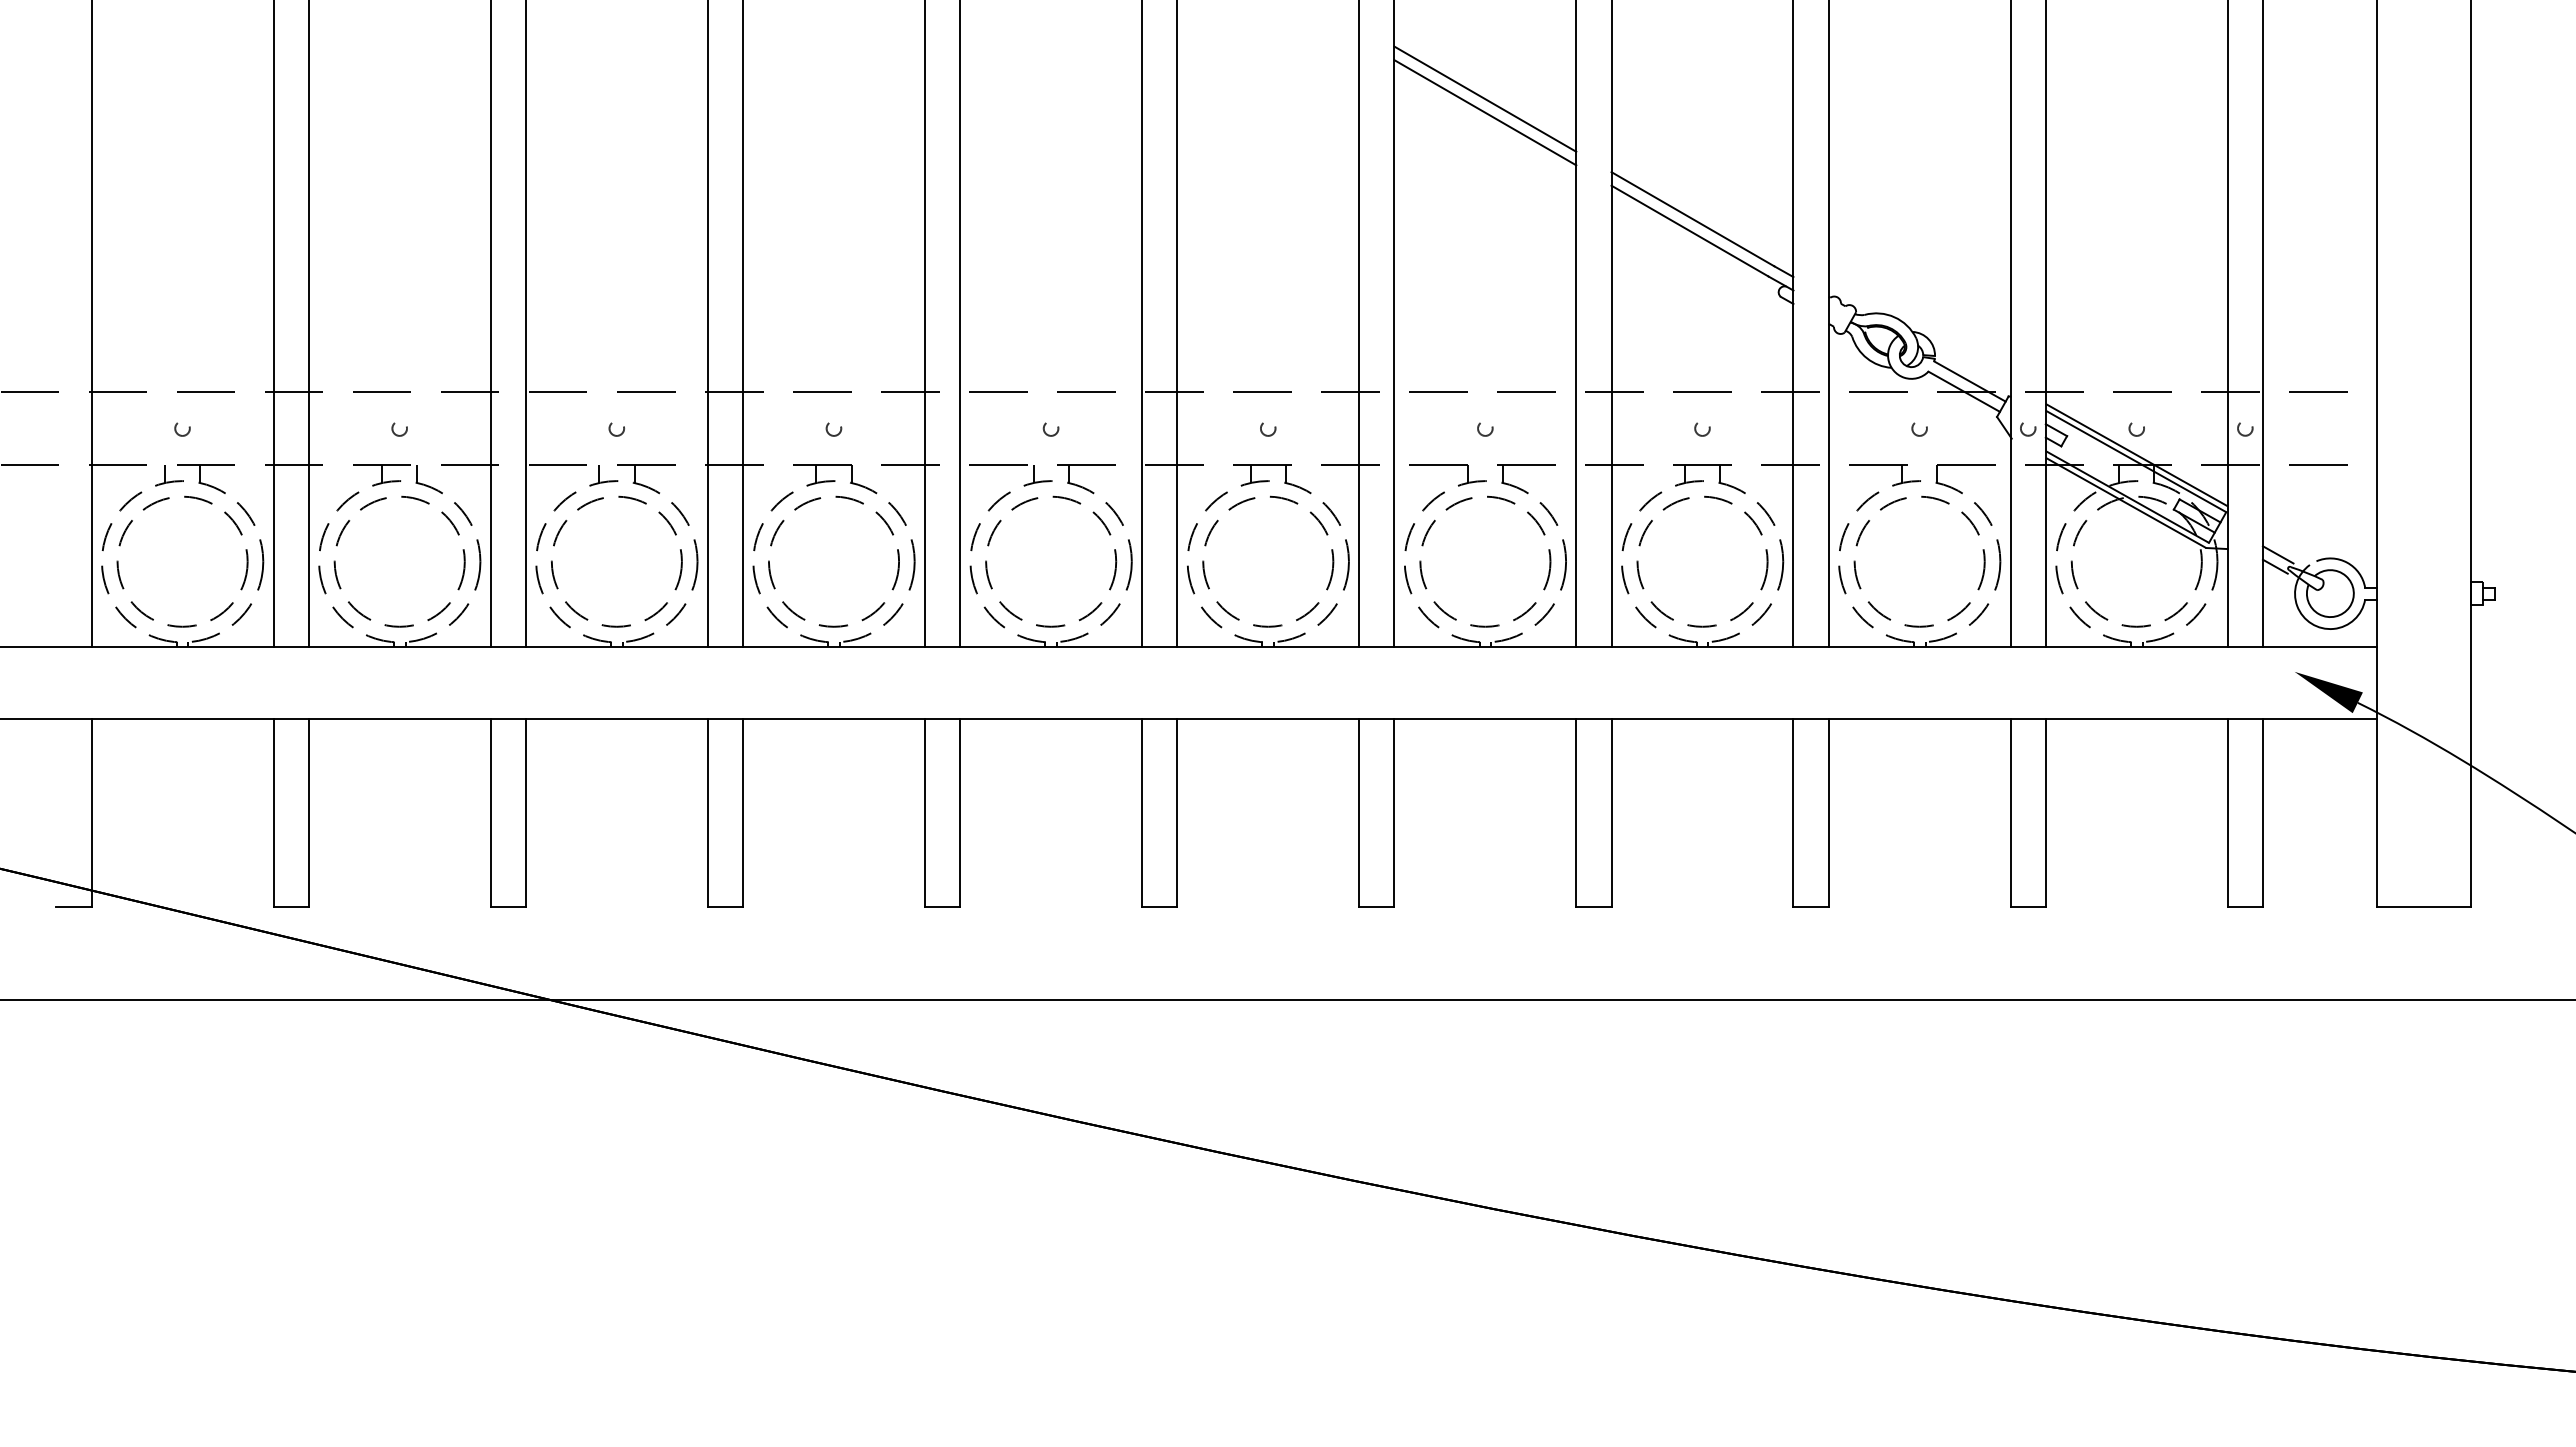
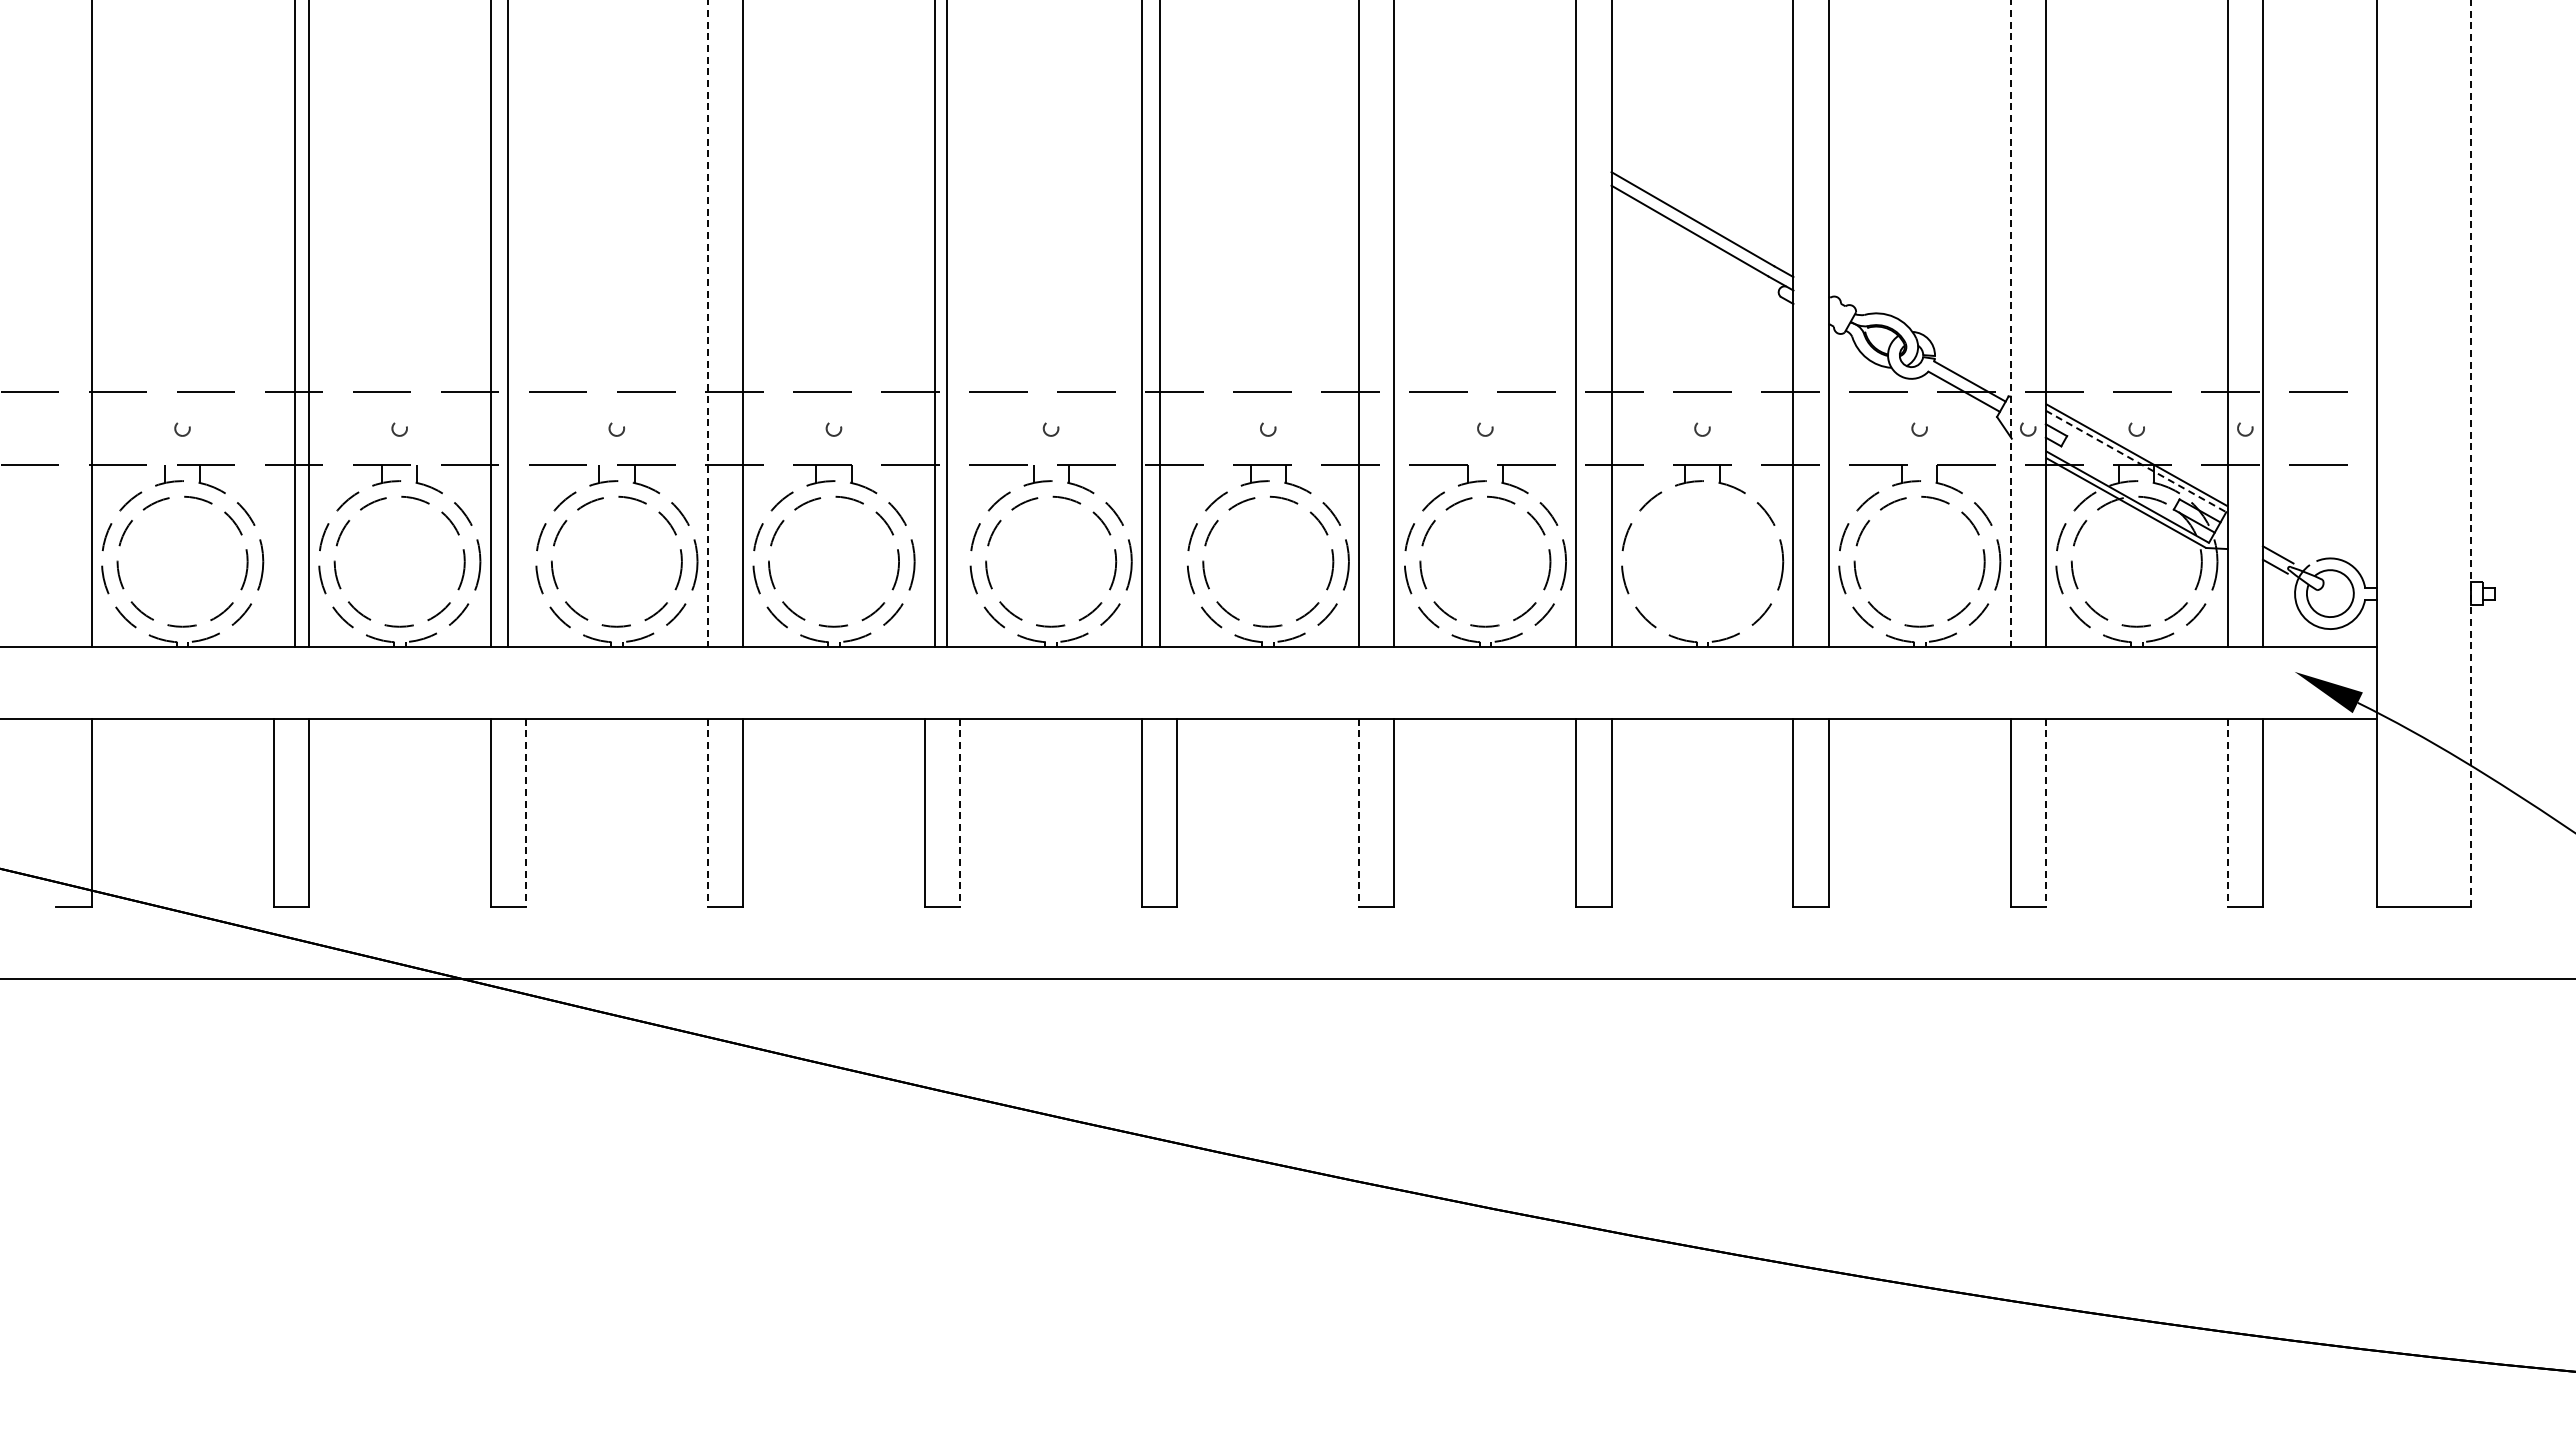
line at (1485, 98): present -> none
line at (1485, 112): present -> none
line at (707, 323): solid -> dashed
line at (2010, 323): solid -> dashed
line at (273, 324) position: (273, 324) -> (294, 324)
line at (525, 324) position: (525, 324) -> (507, 324)
line at (924, 324) position: (924, 324) -> (946, 324)
line at (960, 324) position: (960, 324) -> (935, 324)
line at (1177, 324) position: (1177, 324) -> (1160, 324)
line at (2471, 453): solid -> dashed
line at (2136, 461): solid -> dashed
circle at (1702, 561): present -> none
line at (525, 812): solid -> dashed
line at (707, 812): solid -> dashed
line at (960, 812): solid -> dashed
line at (1359, 812): solid -> dashed
line at (2045, 812): solid -> dashed
line at (2227, 812): solid -> dashed
line at (1287, 1000) position: (1287, 1000) -> (1287, 979)
